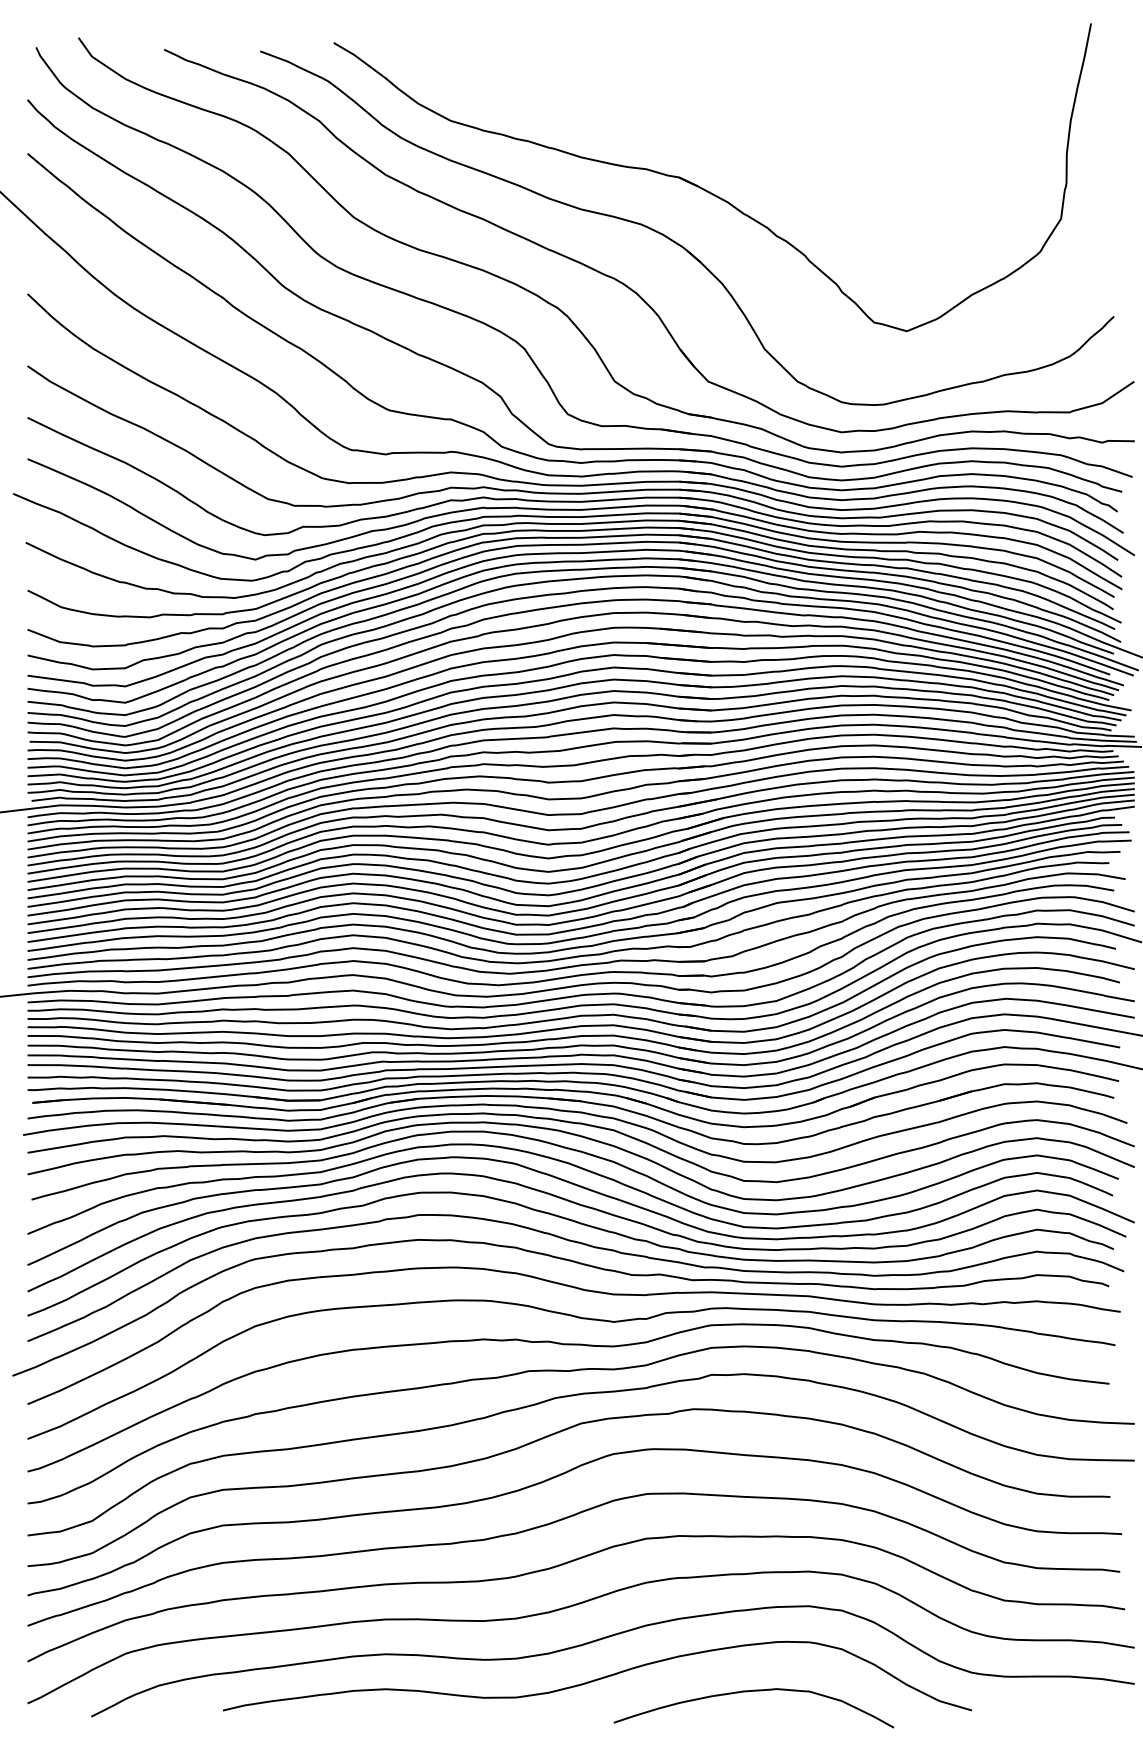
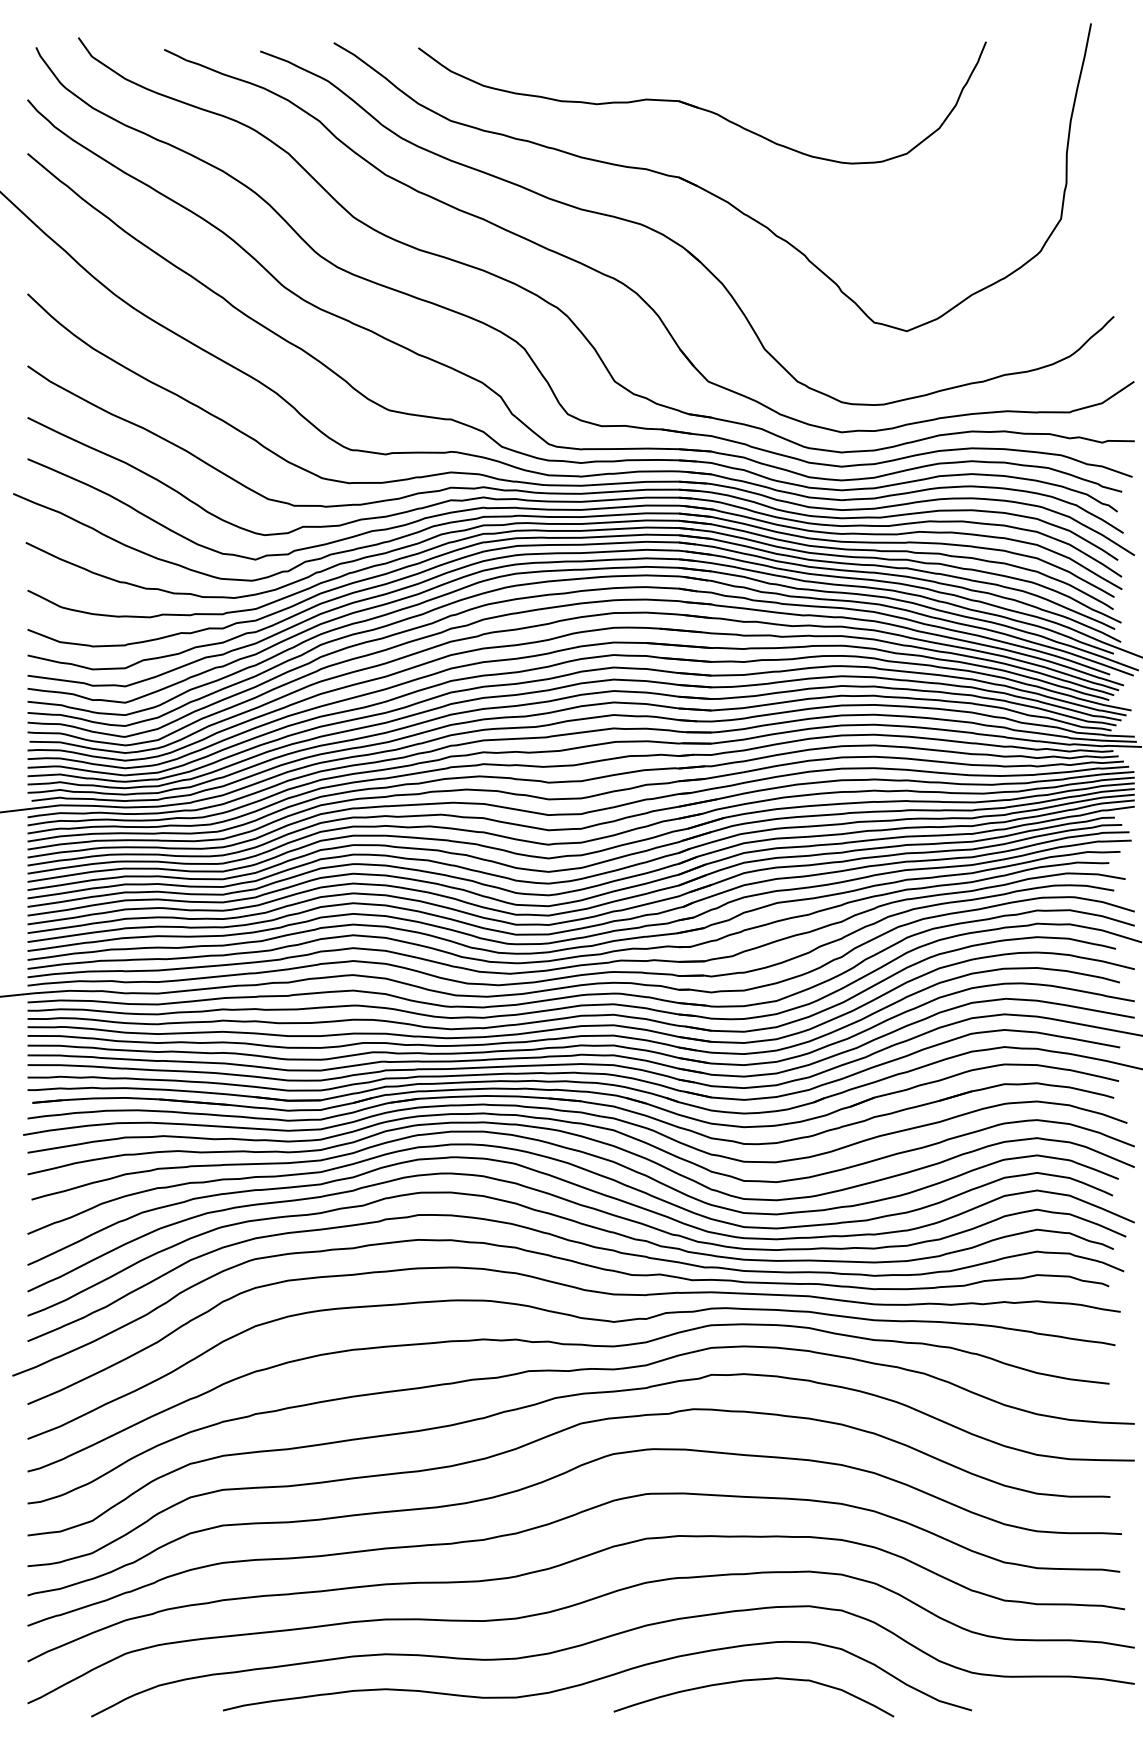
part at (702, 102): none -> present
curve at (753, 1691) position: (753, 1691) -> (753, 1680)
